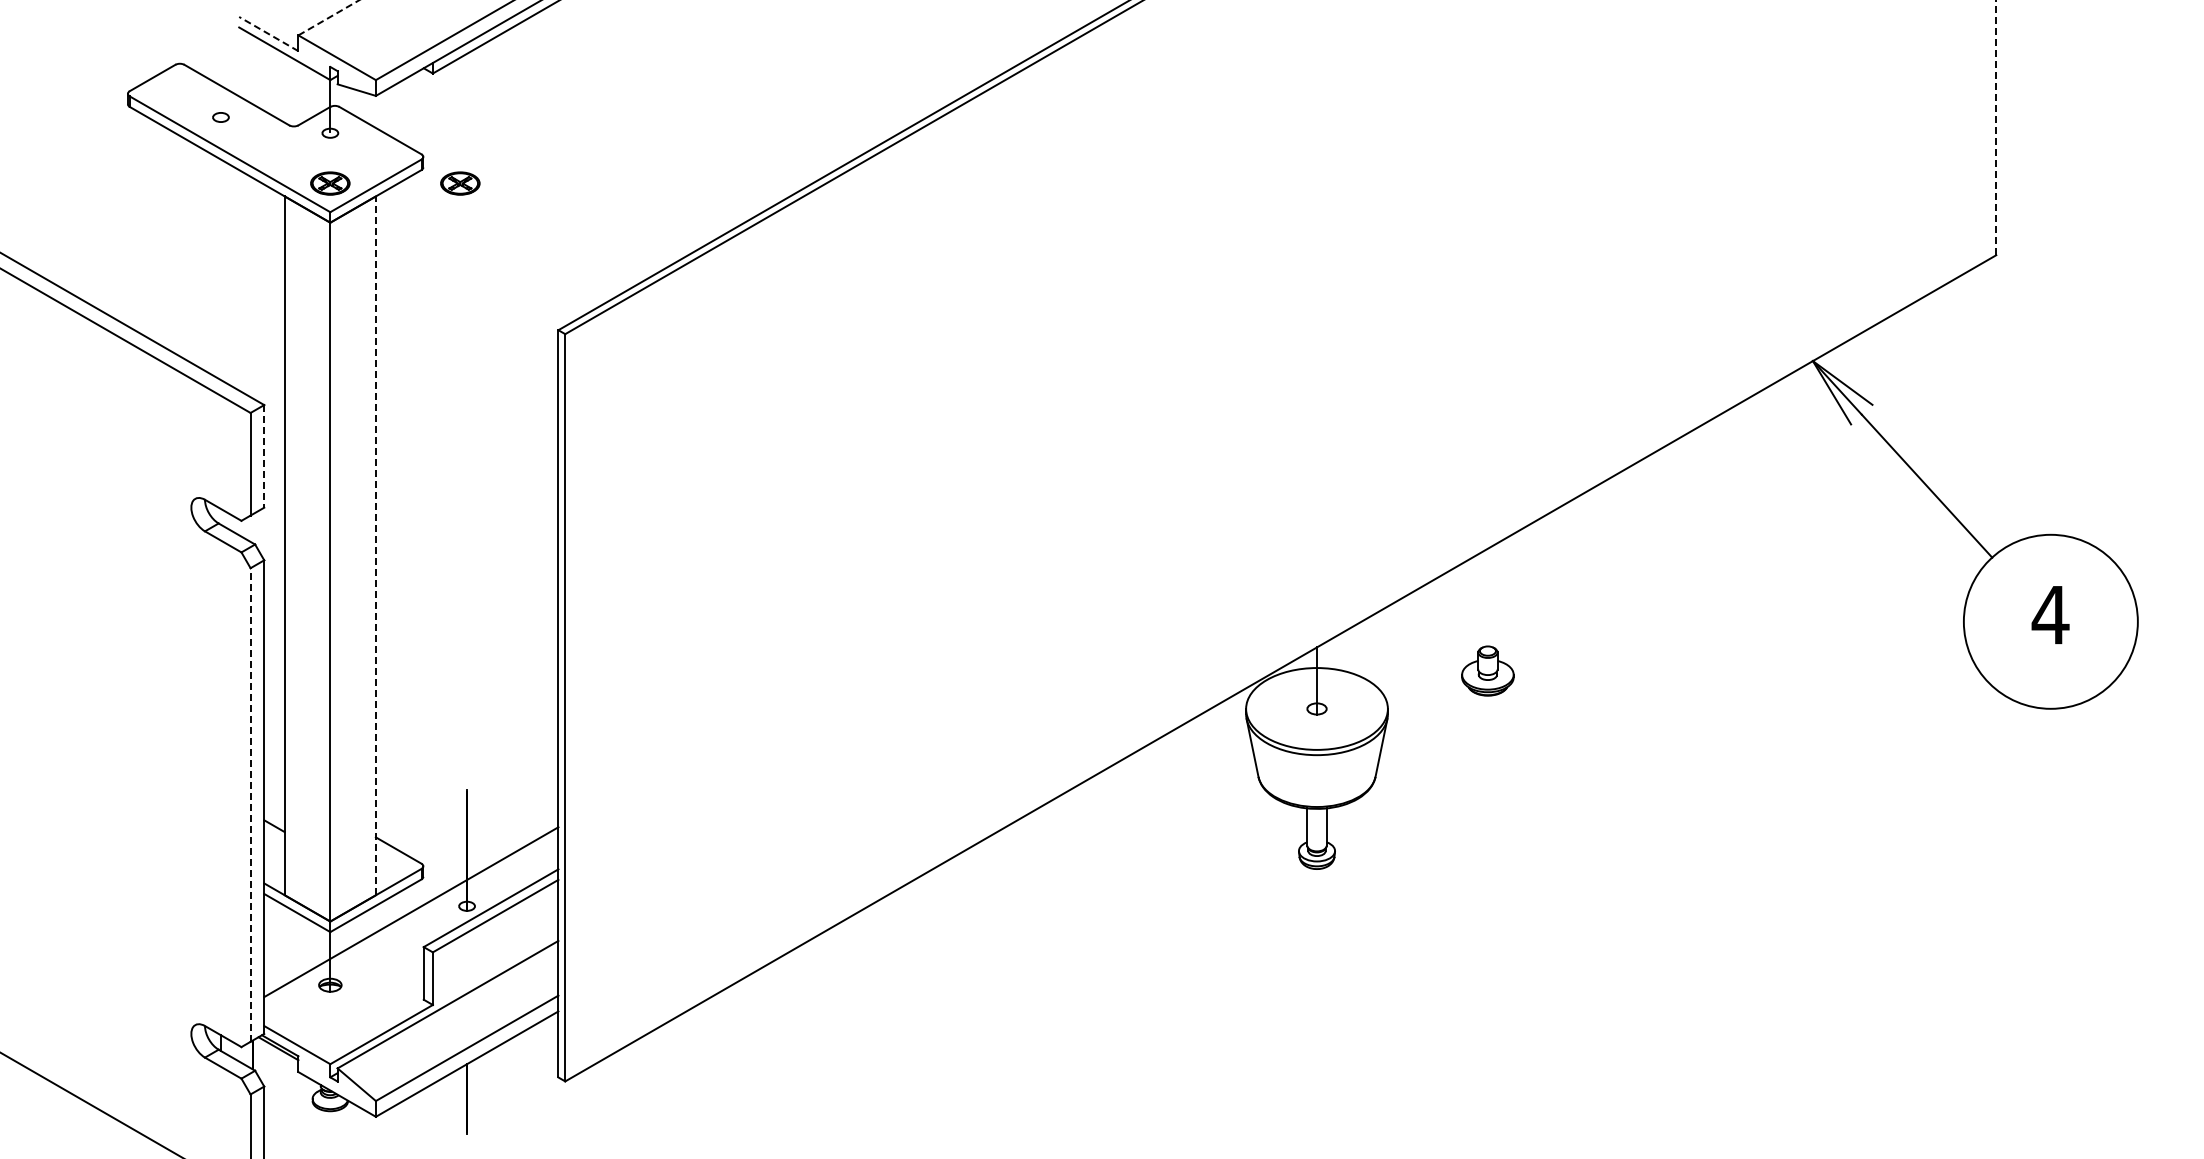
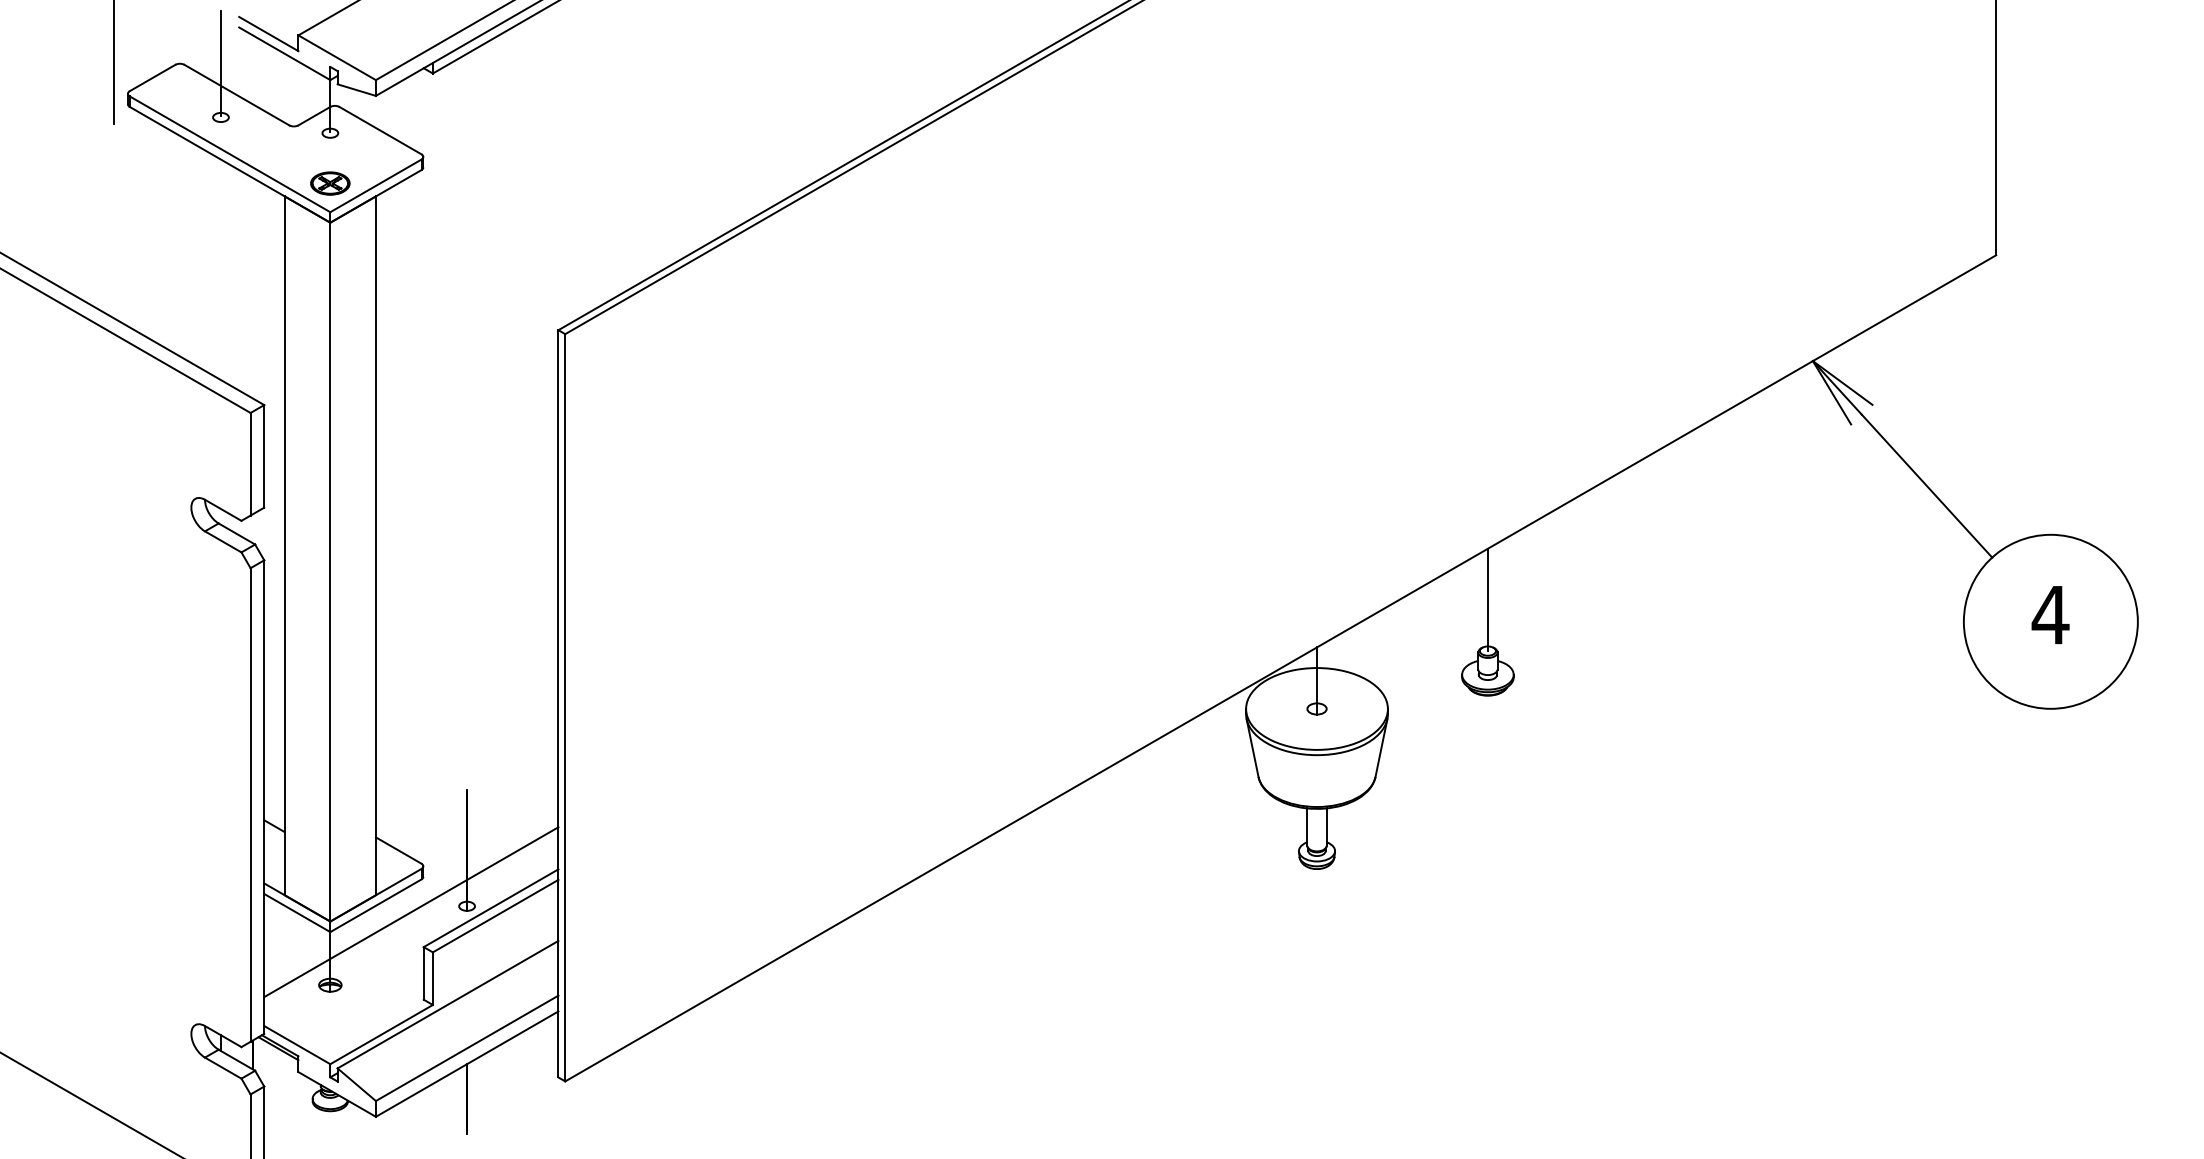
line at (328, 17): dashed -> solid
line at (268, 33): dashed -> solid
line at (113, 62): none -> present
line at (220, 63): none -> present
line at (1996, 127): dashed -> solid
part at (460, 183): present -> none
line at (264, 456): dashed -> solid
line at (375, 545): dashed -> solid
line at (1487, 599): none -> present
line at (250, 805): dashed -> solid
